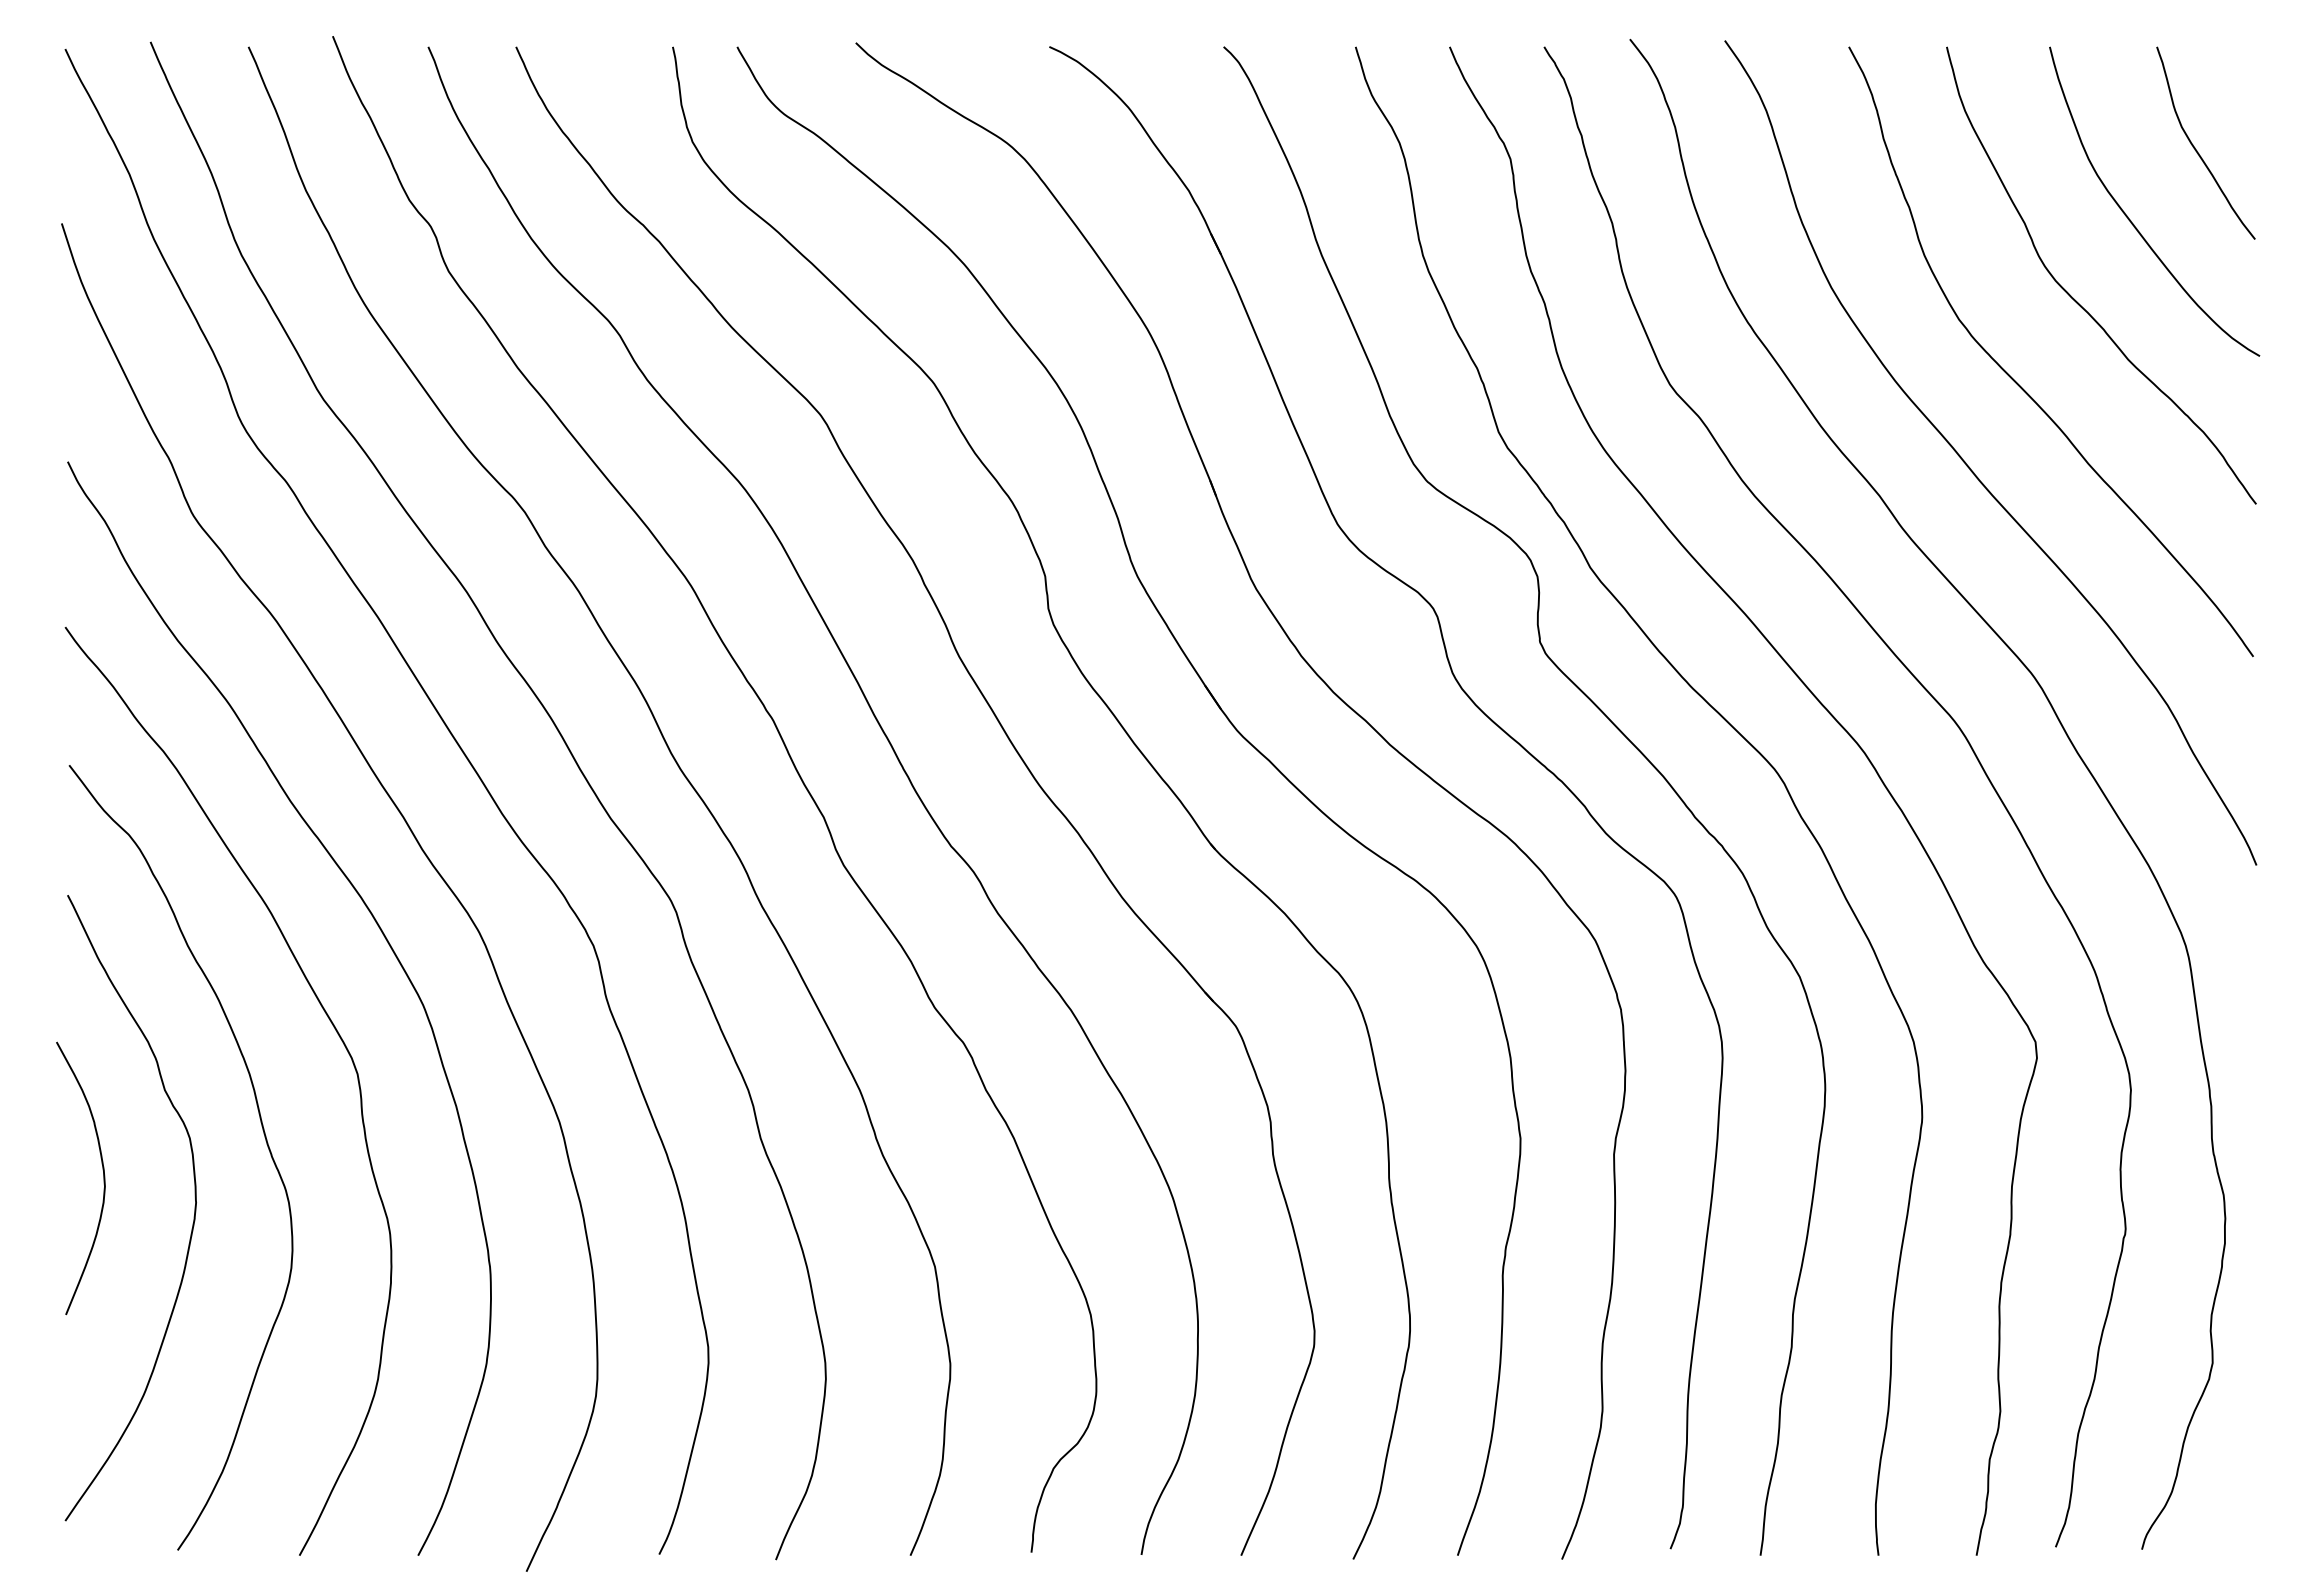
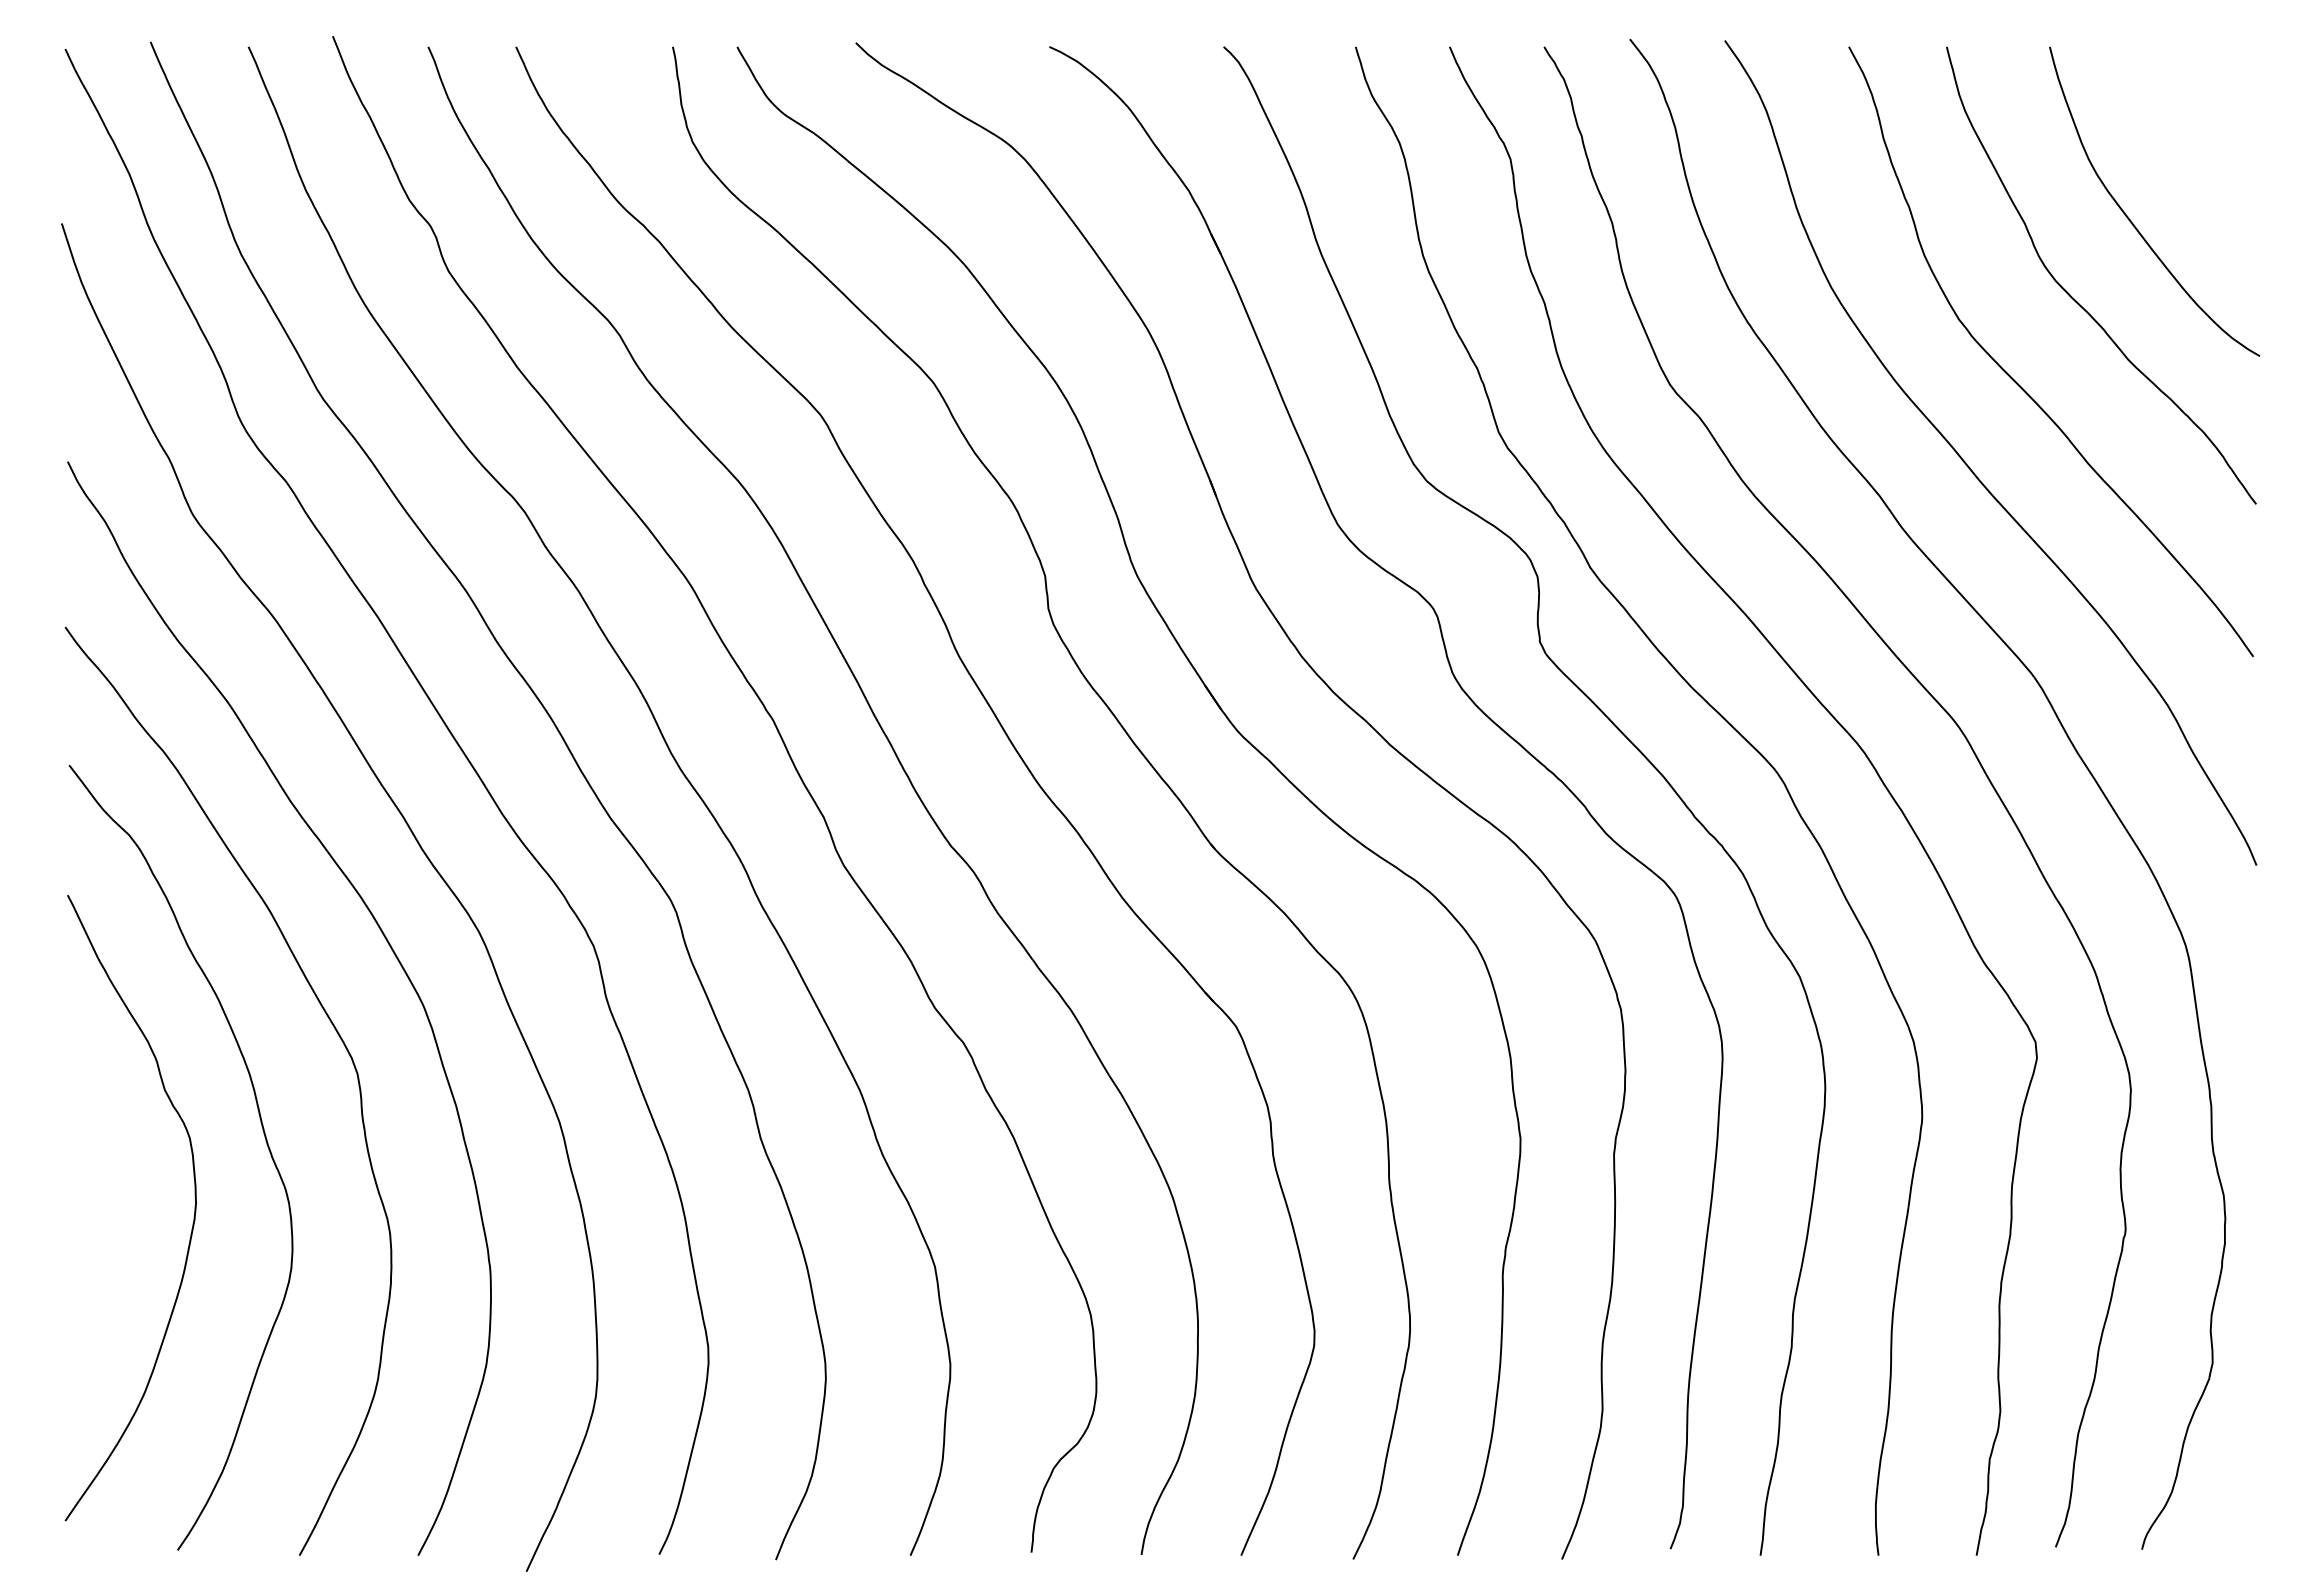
curve at (2195, 147): present -> none
curve at (103, 1178): present -> none
